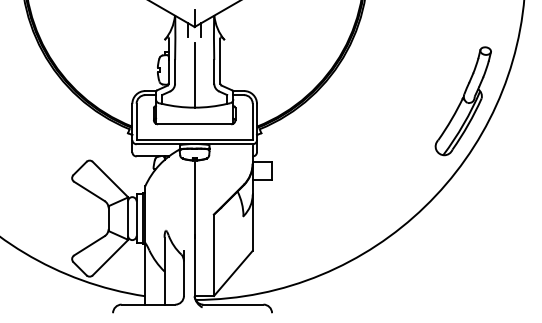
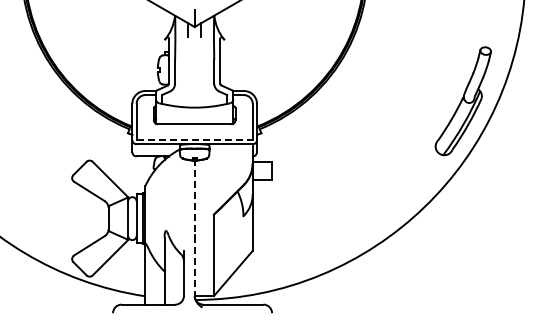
line at (194, 74): present -> none
line at (195, 139): solid -> dashed
line at (194, 227): solid -> dashed
